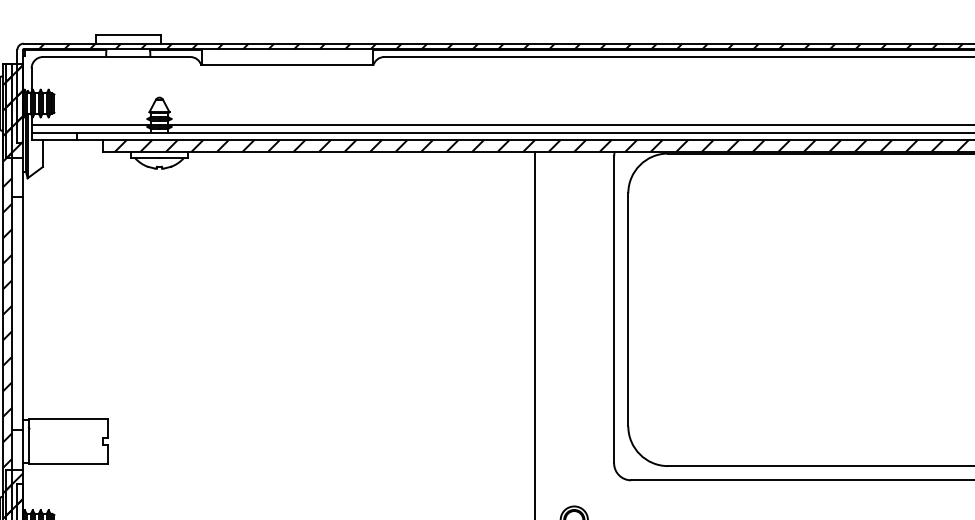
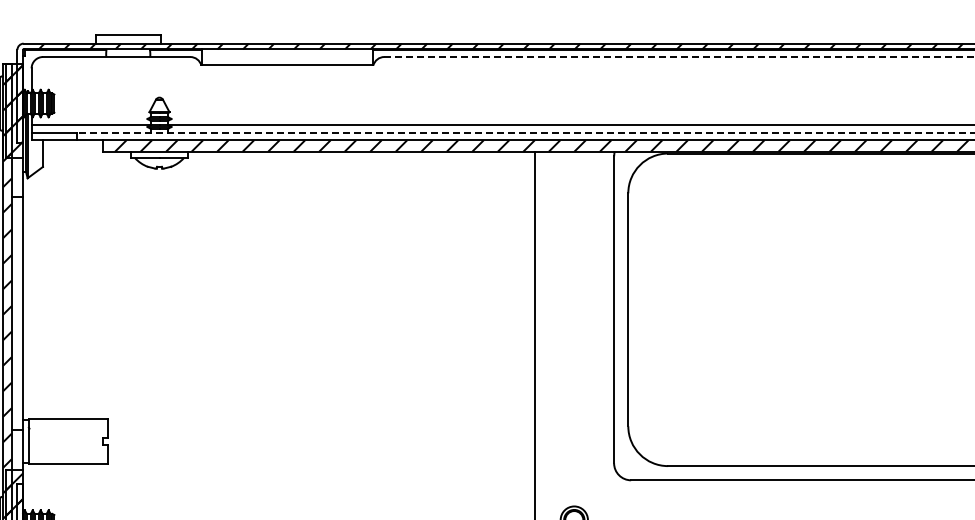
line at (680, 57): solid -> dashed
line at (526, 132): solid -> dashed
